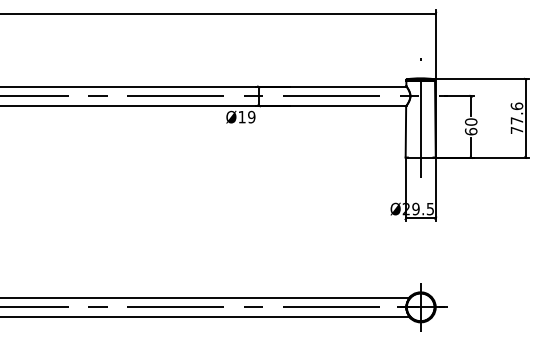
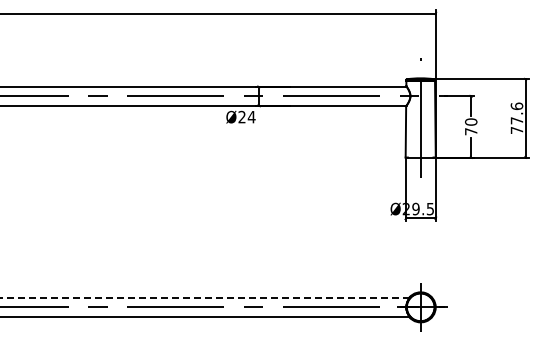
text at (246, 116): Ø19 -> Ø24
text at (471, 131): 60 -> 70
line at (205, 297): solid -> dashed
